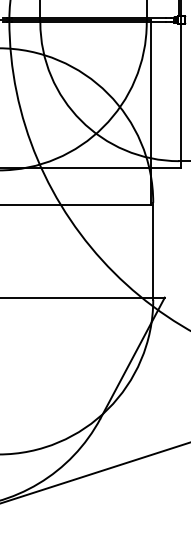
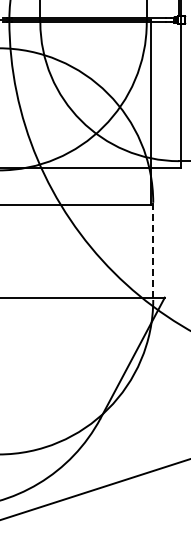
line at (153, 251): solid -> dashed
line at (94, 472) position: (94, 472) -> (94, 489)
